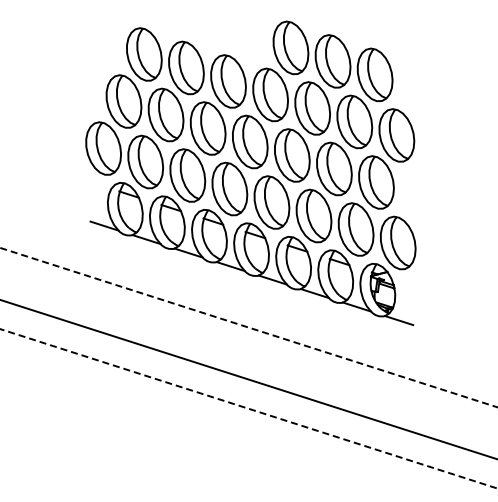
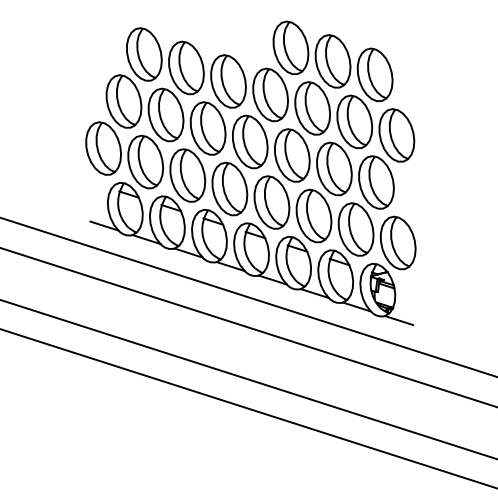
line at (248, 297): none -> present
line at (248, 327): dashed -> solid
line at (249, 408): dashed -> solid
